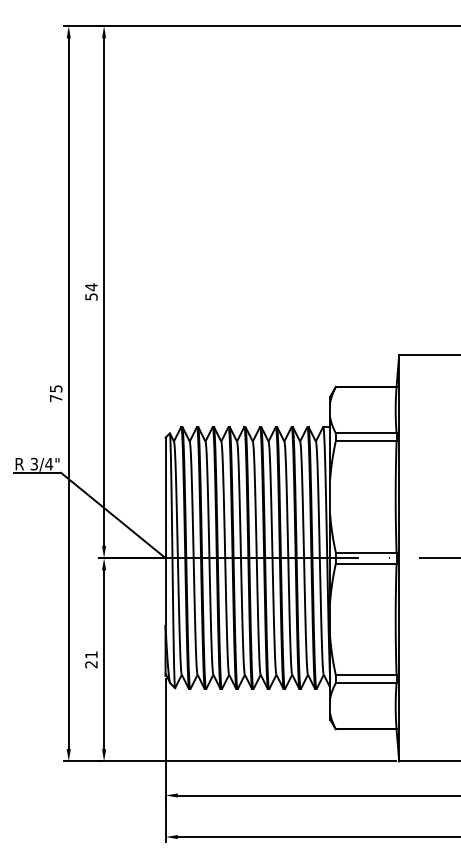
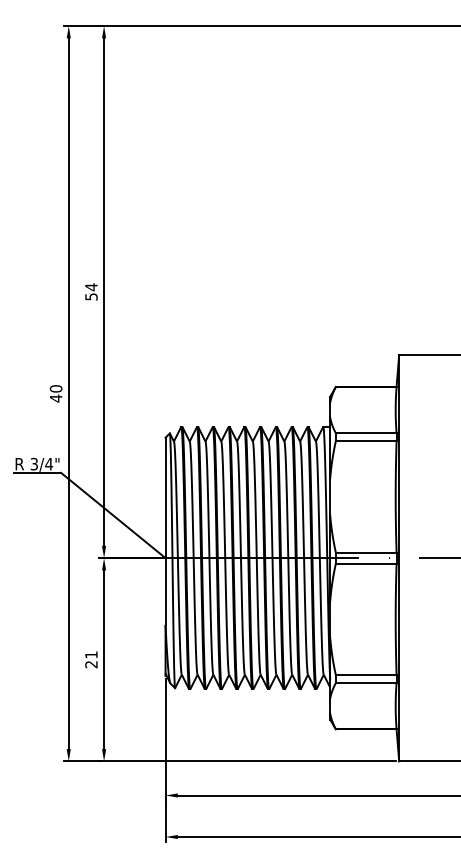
text at (55, 393): 75 -> 40
